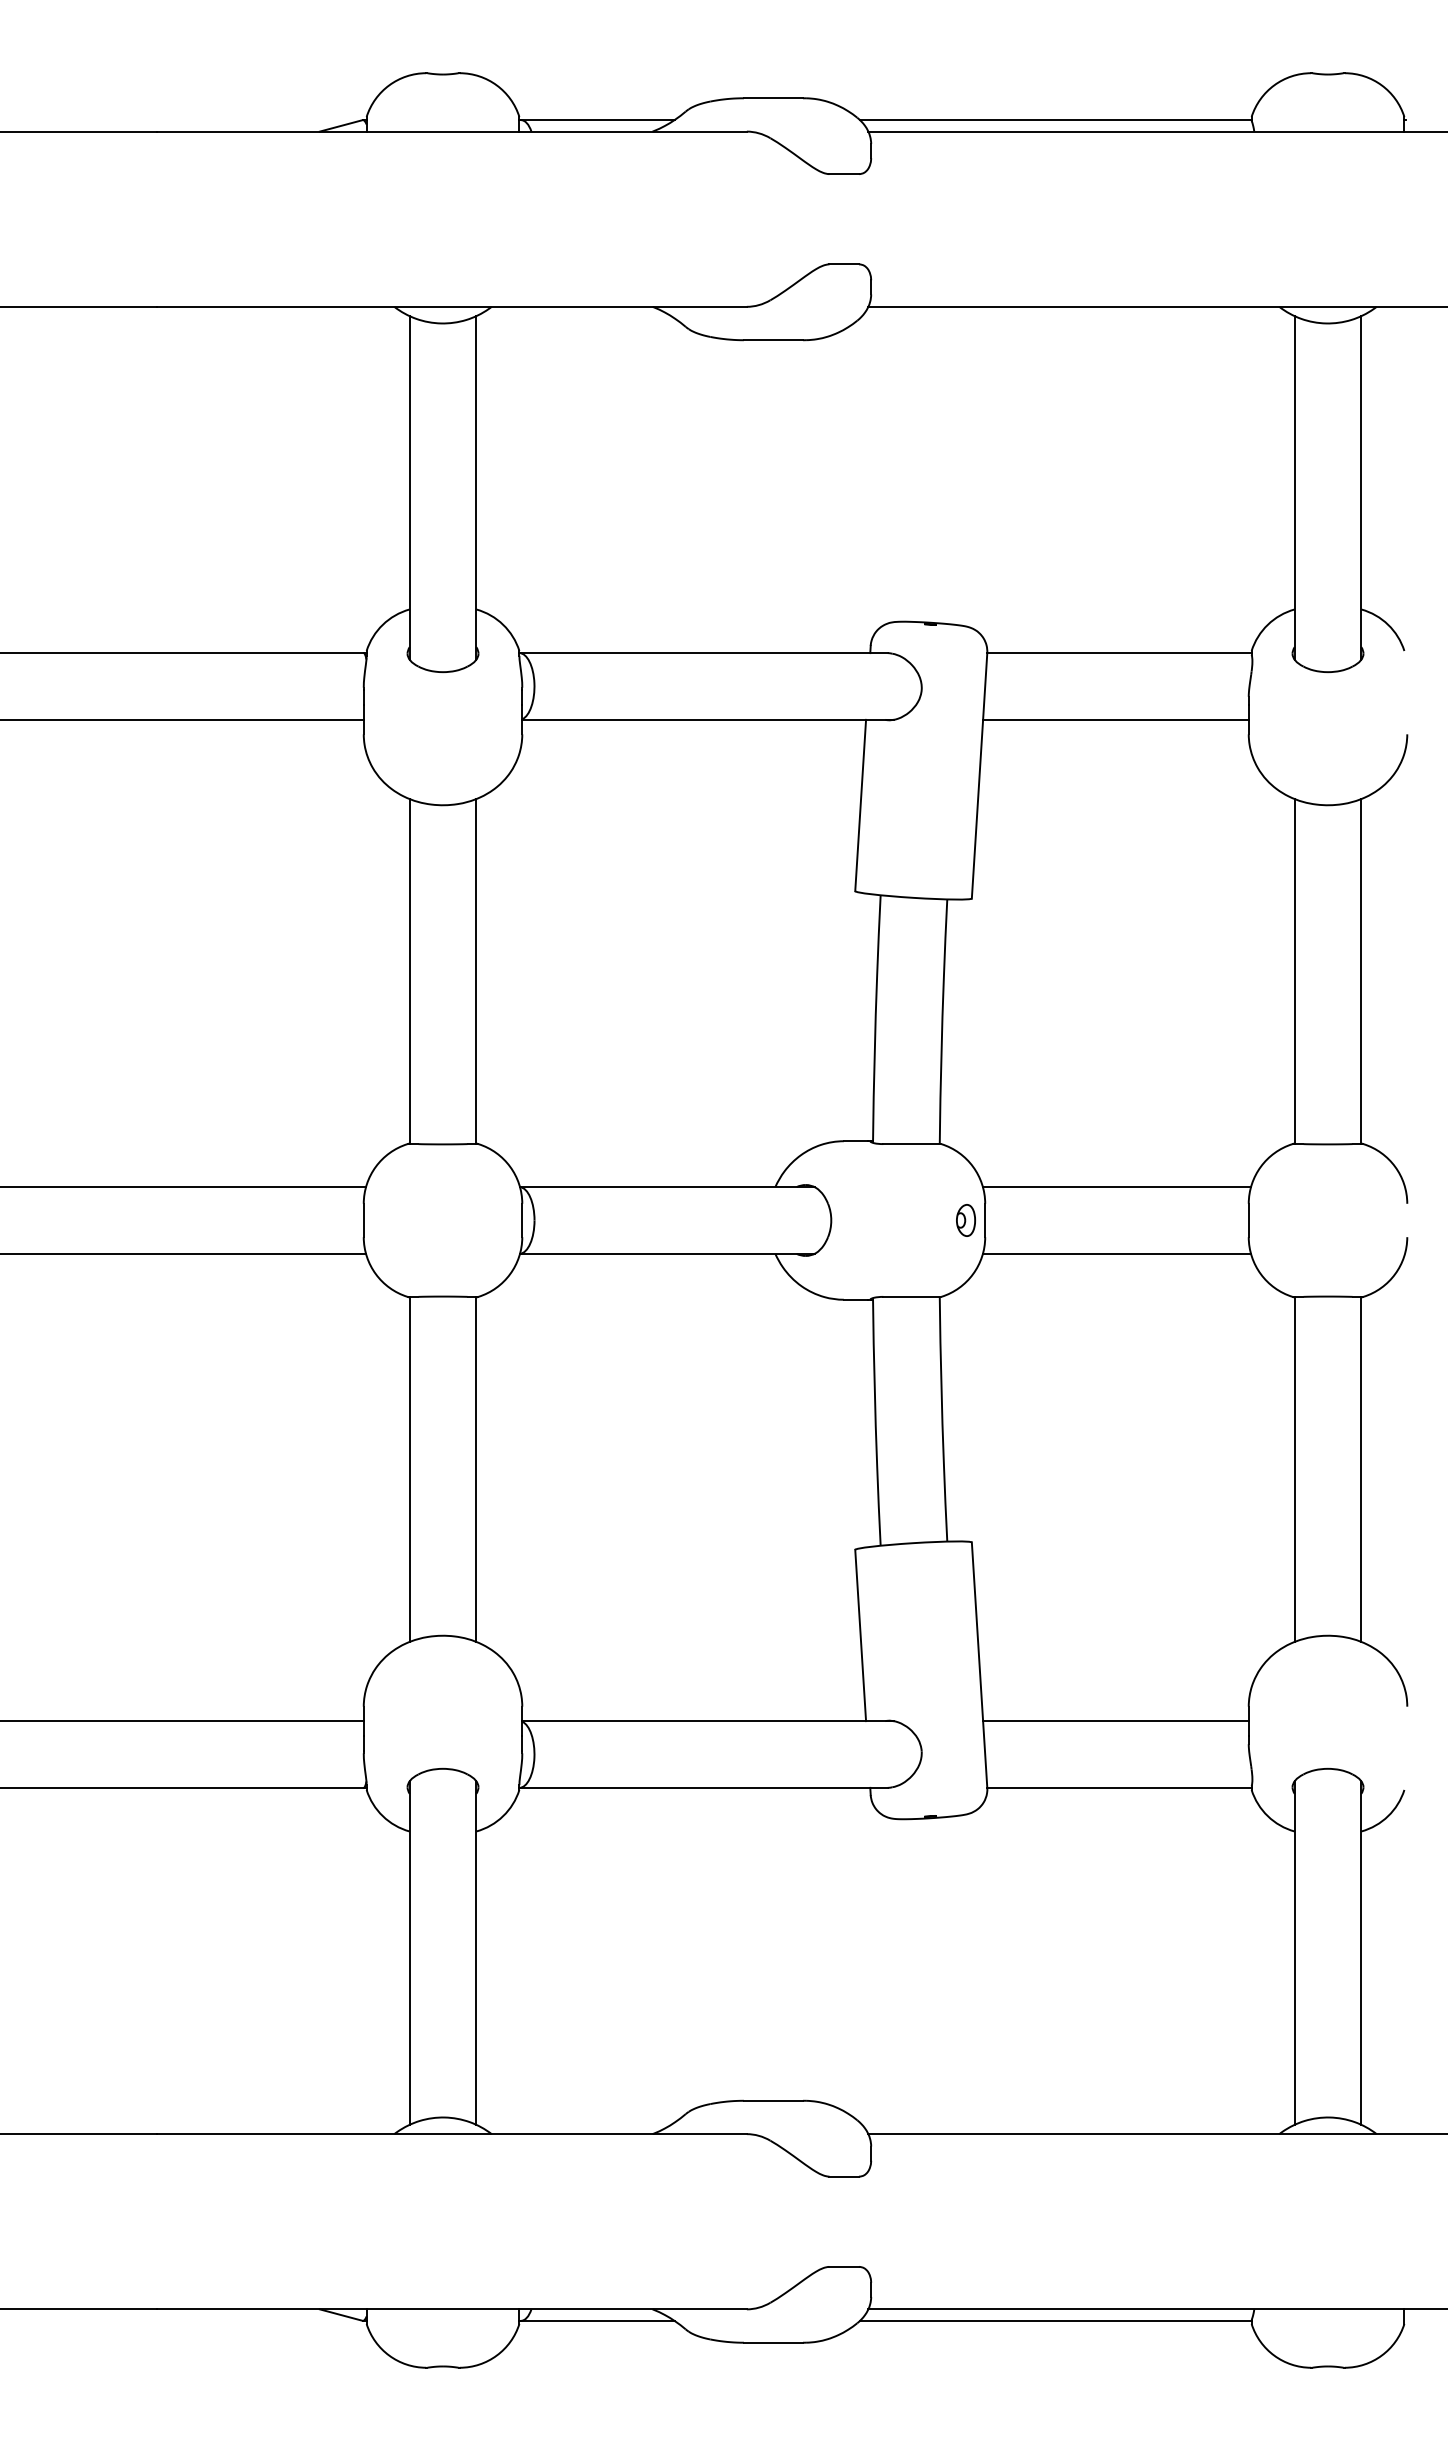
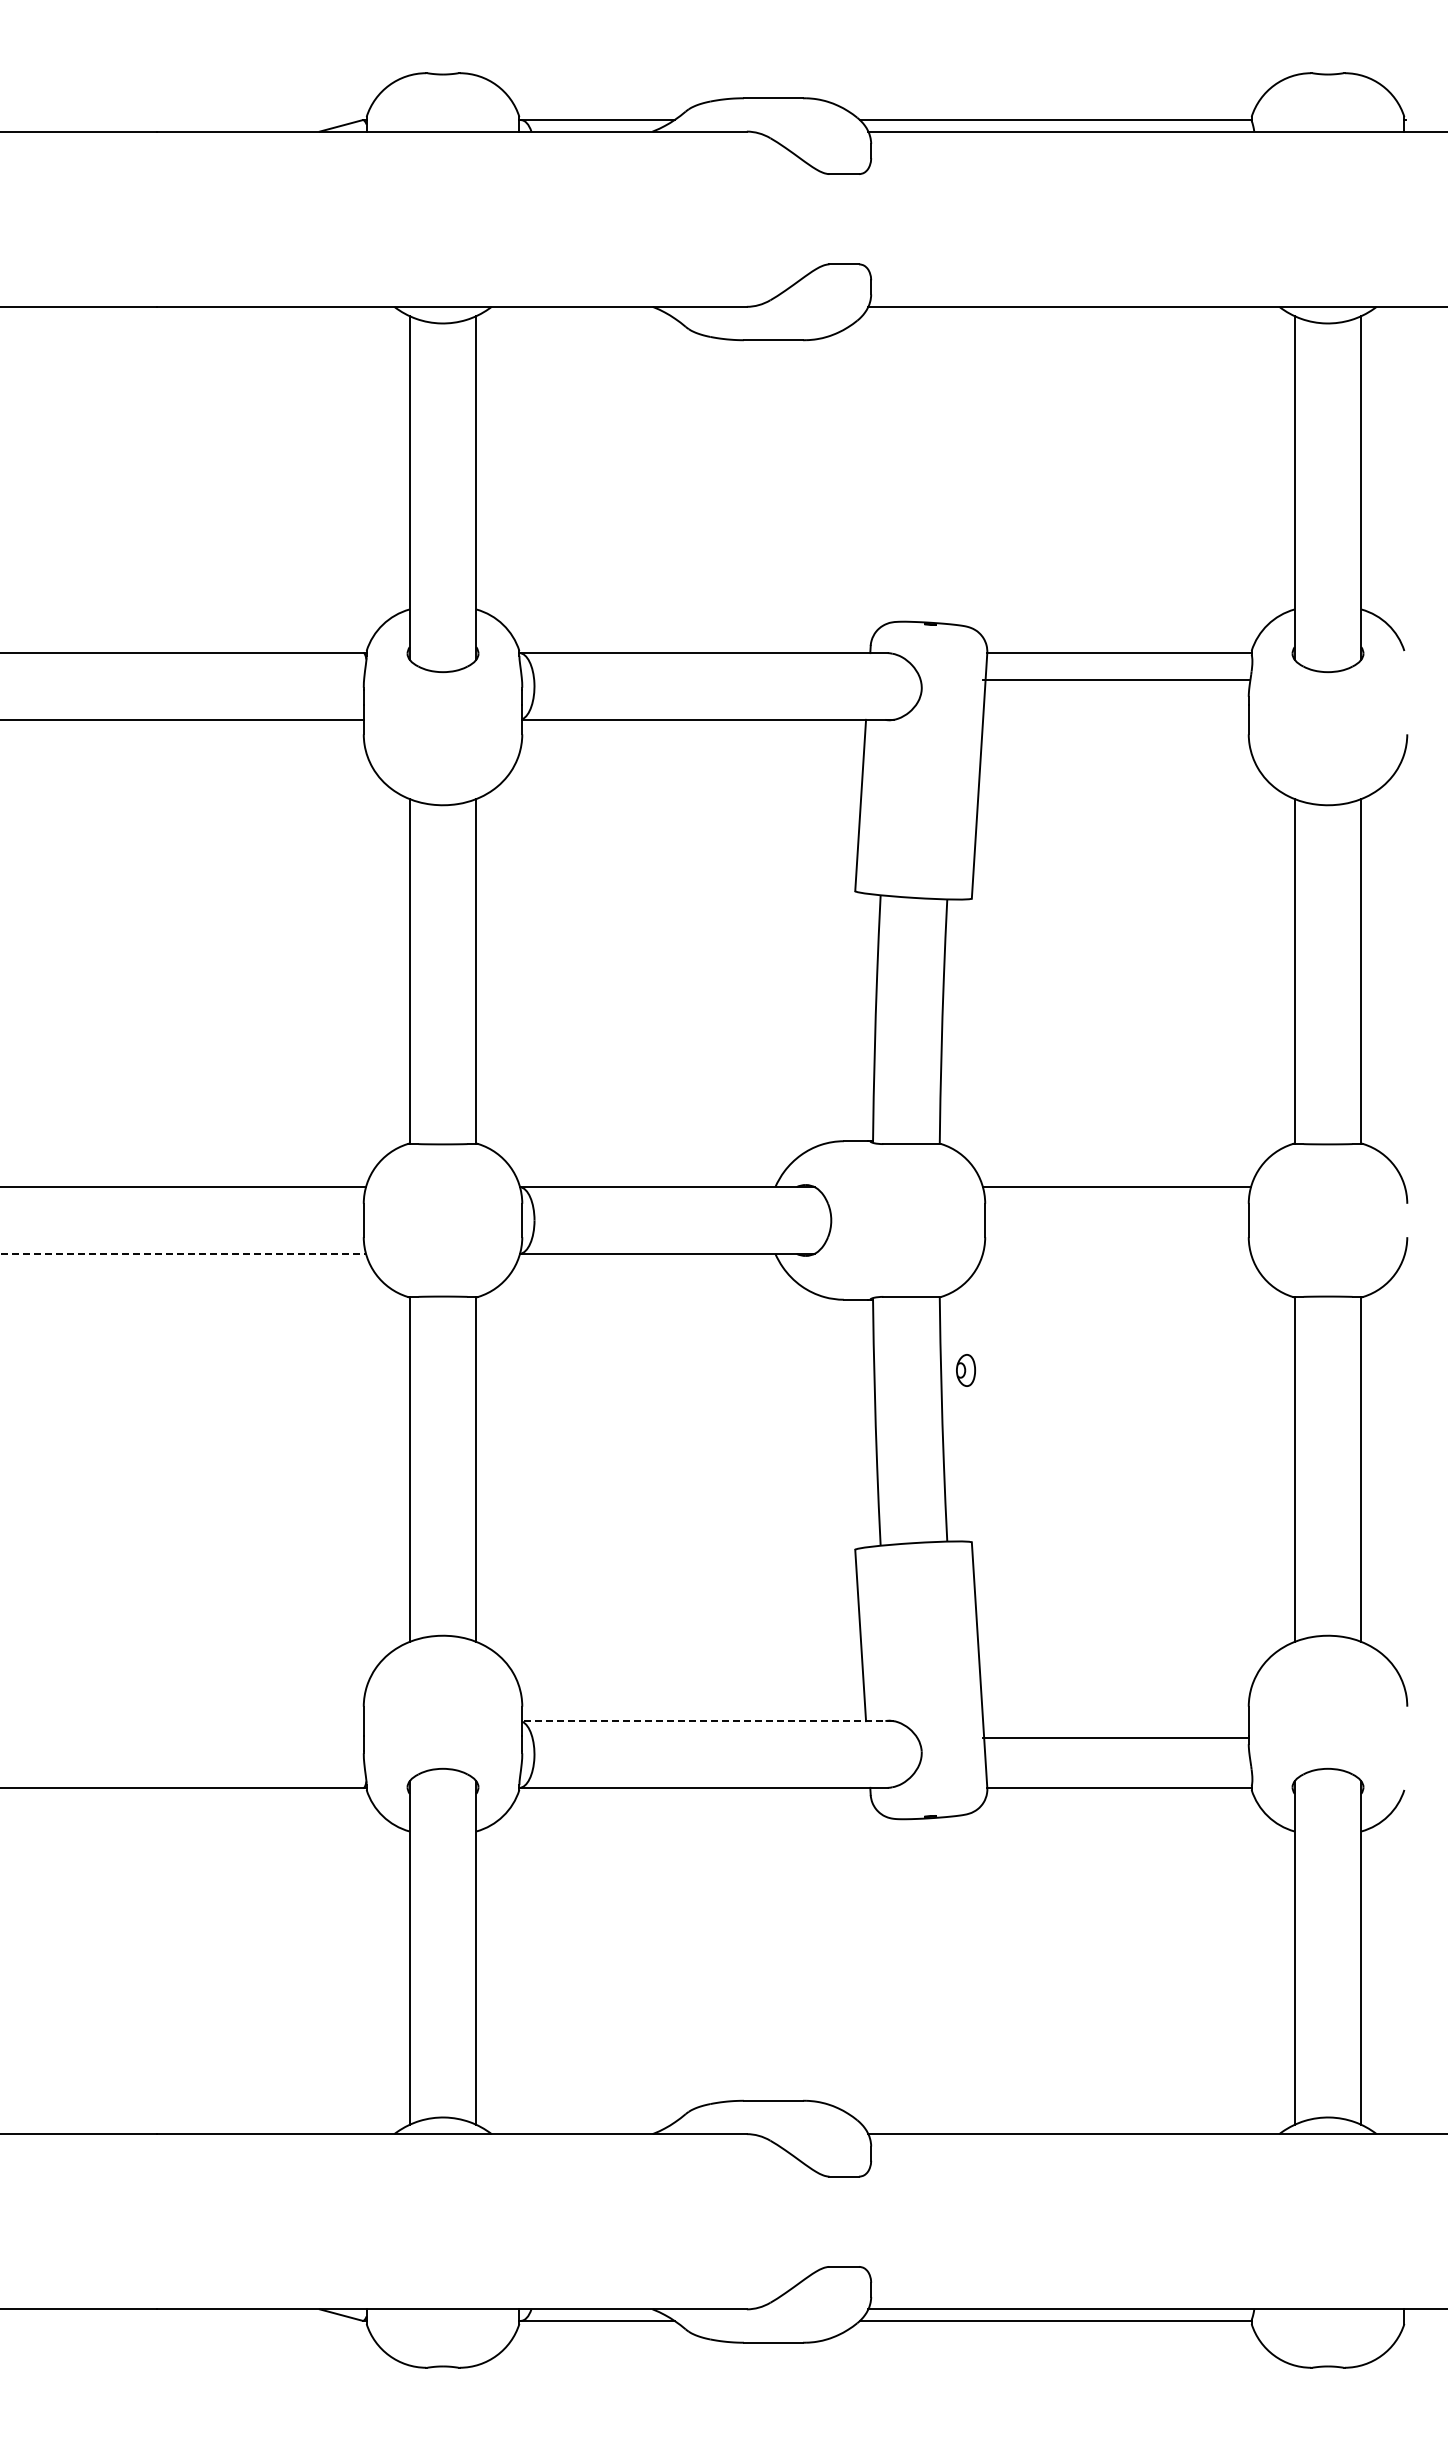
line at (1115, 719) position: (1115, 719) -> (1115, 679)
part at (965, 1220) position: (965, 1220) -> (965, 1370)
line at (183, 1253): solid -> dashed
line at (1116, 1253): present -> none
line at (182, 1721): present -> none
line at (708, 1721): solid -> dashed
line at (1115, 1721) position: (1115, 1721) -> (1115, 1738)
